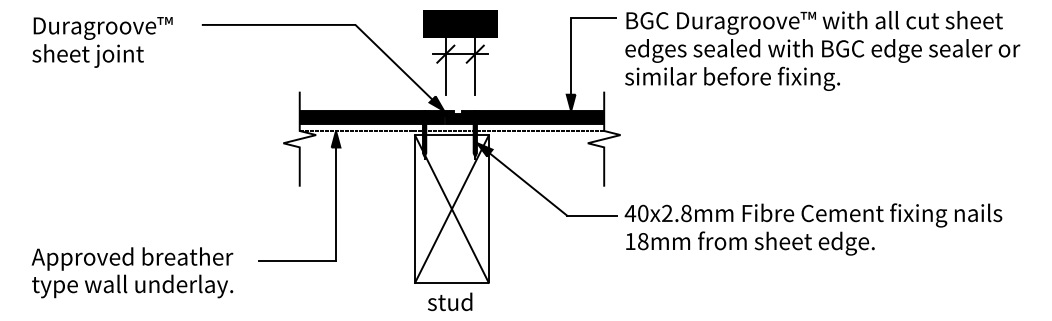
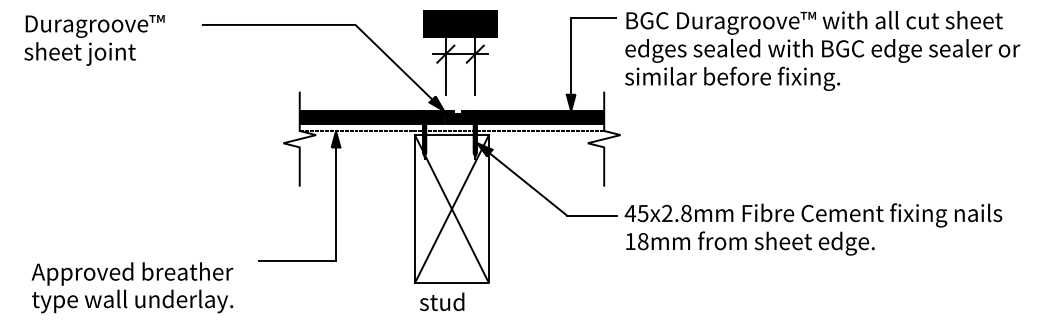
text at (102, 42) position: (102, 42) -> (94, 40)
text at (642, 212): 40x2.8mm -> 45x2.8mm
text at (132, 272) position: (132, 272) -> (132, 287)
text at (450, 301) position: (450, 301) -> (442, 301)
